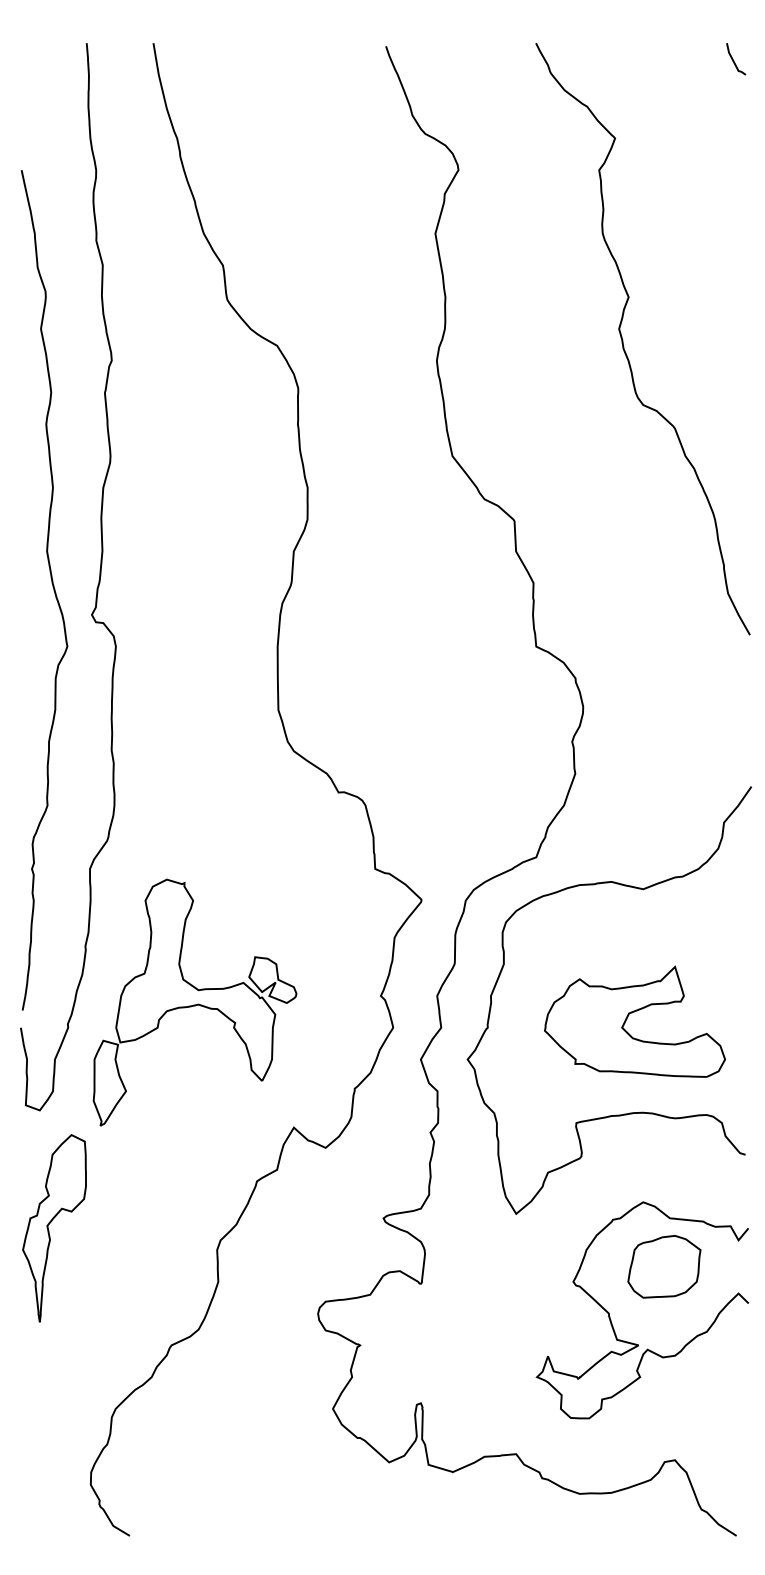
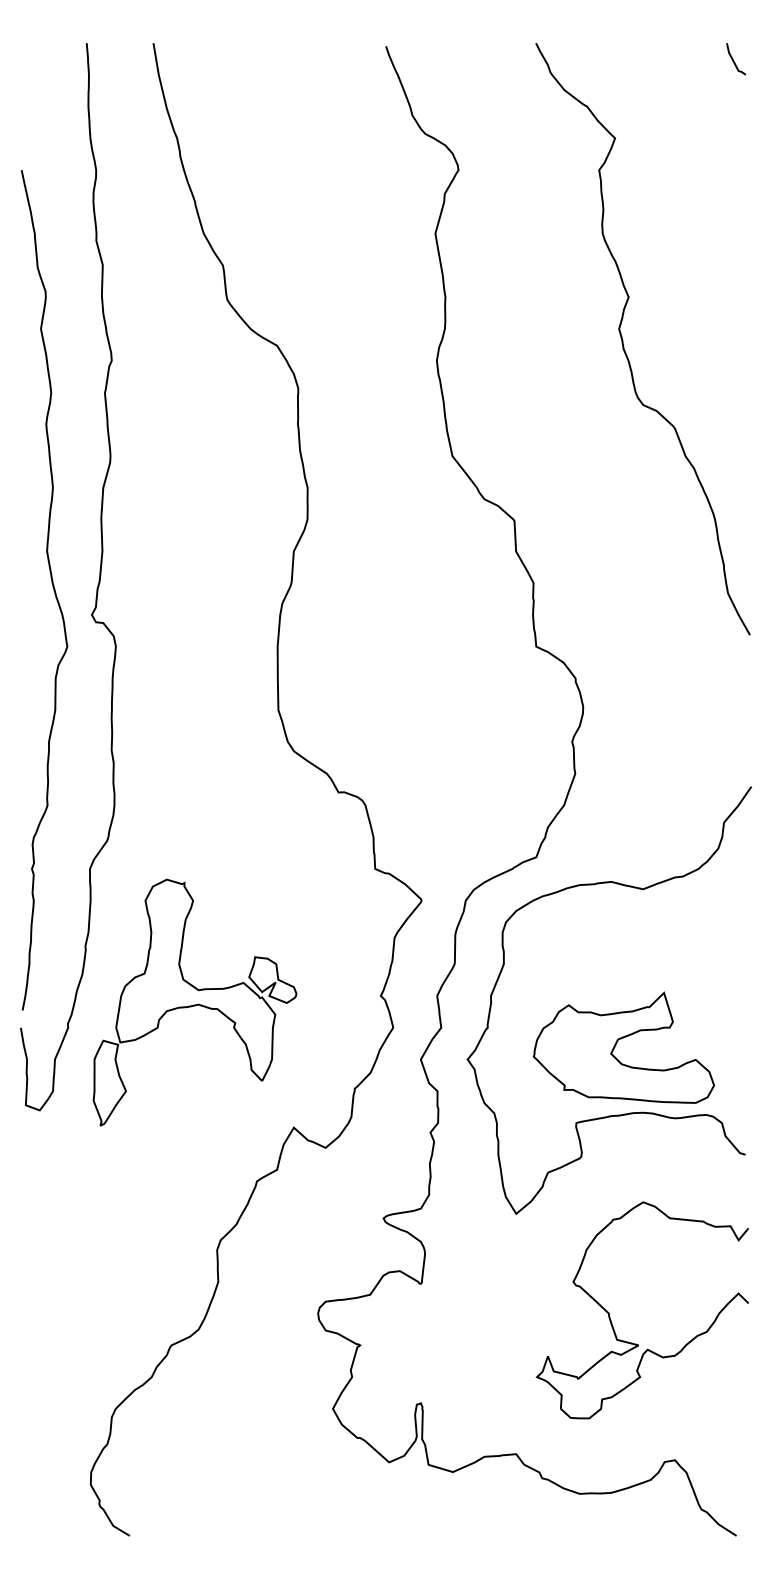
part at (628, 1017) position: (628, 1017) -> (617, 1043)
part at (54, 1228): present -> none
part at (664, 1266): present -> none
